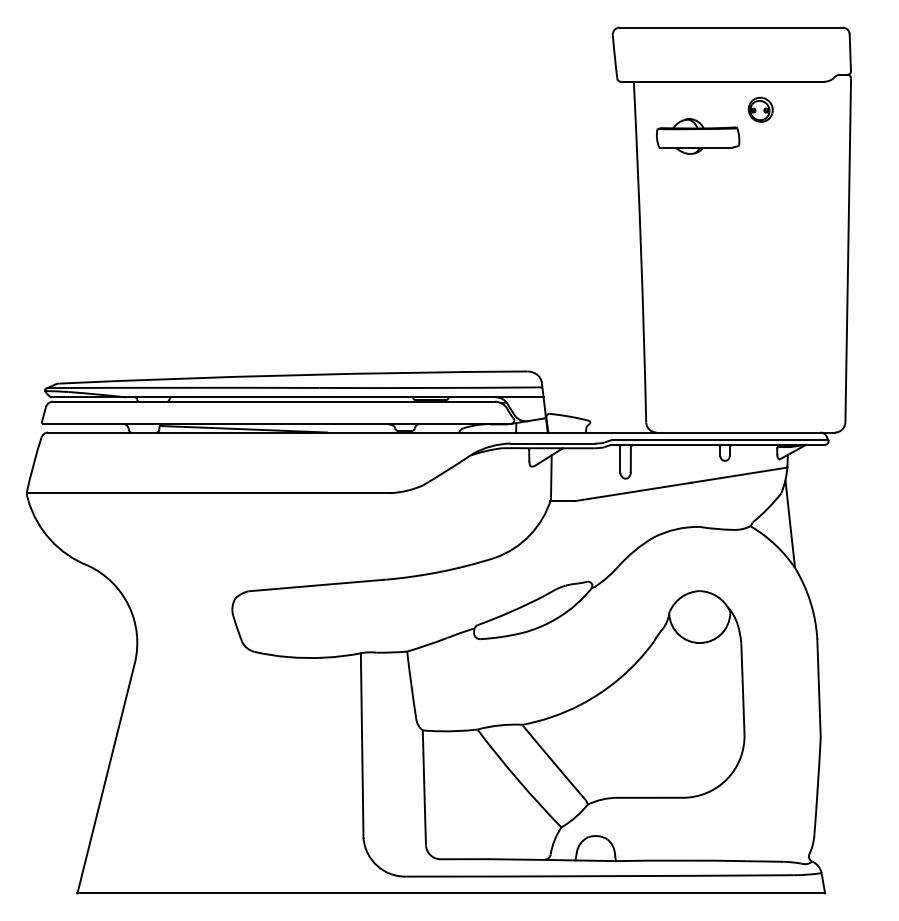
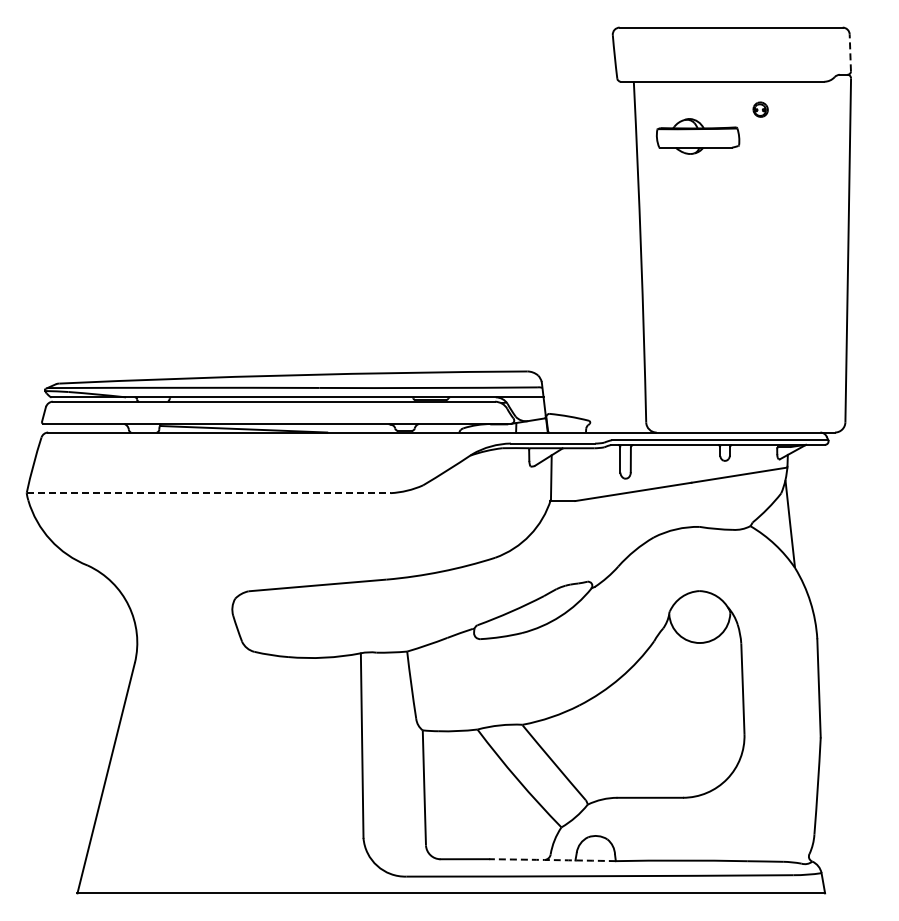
line at (850, 52): solid -> dashed
part at (760, 109) size: 27x27 px -> 17x17 px
line at (208, 493): solid -> dashed
arc at (552, 860): solid -> dashed
